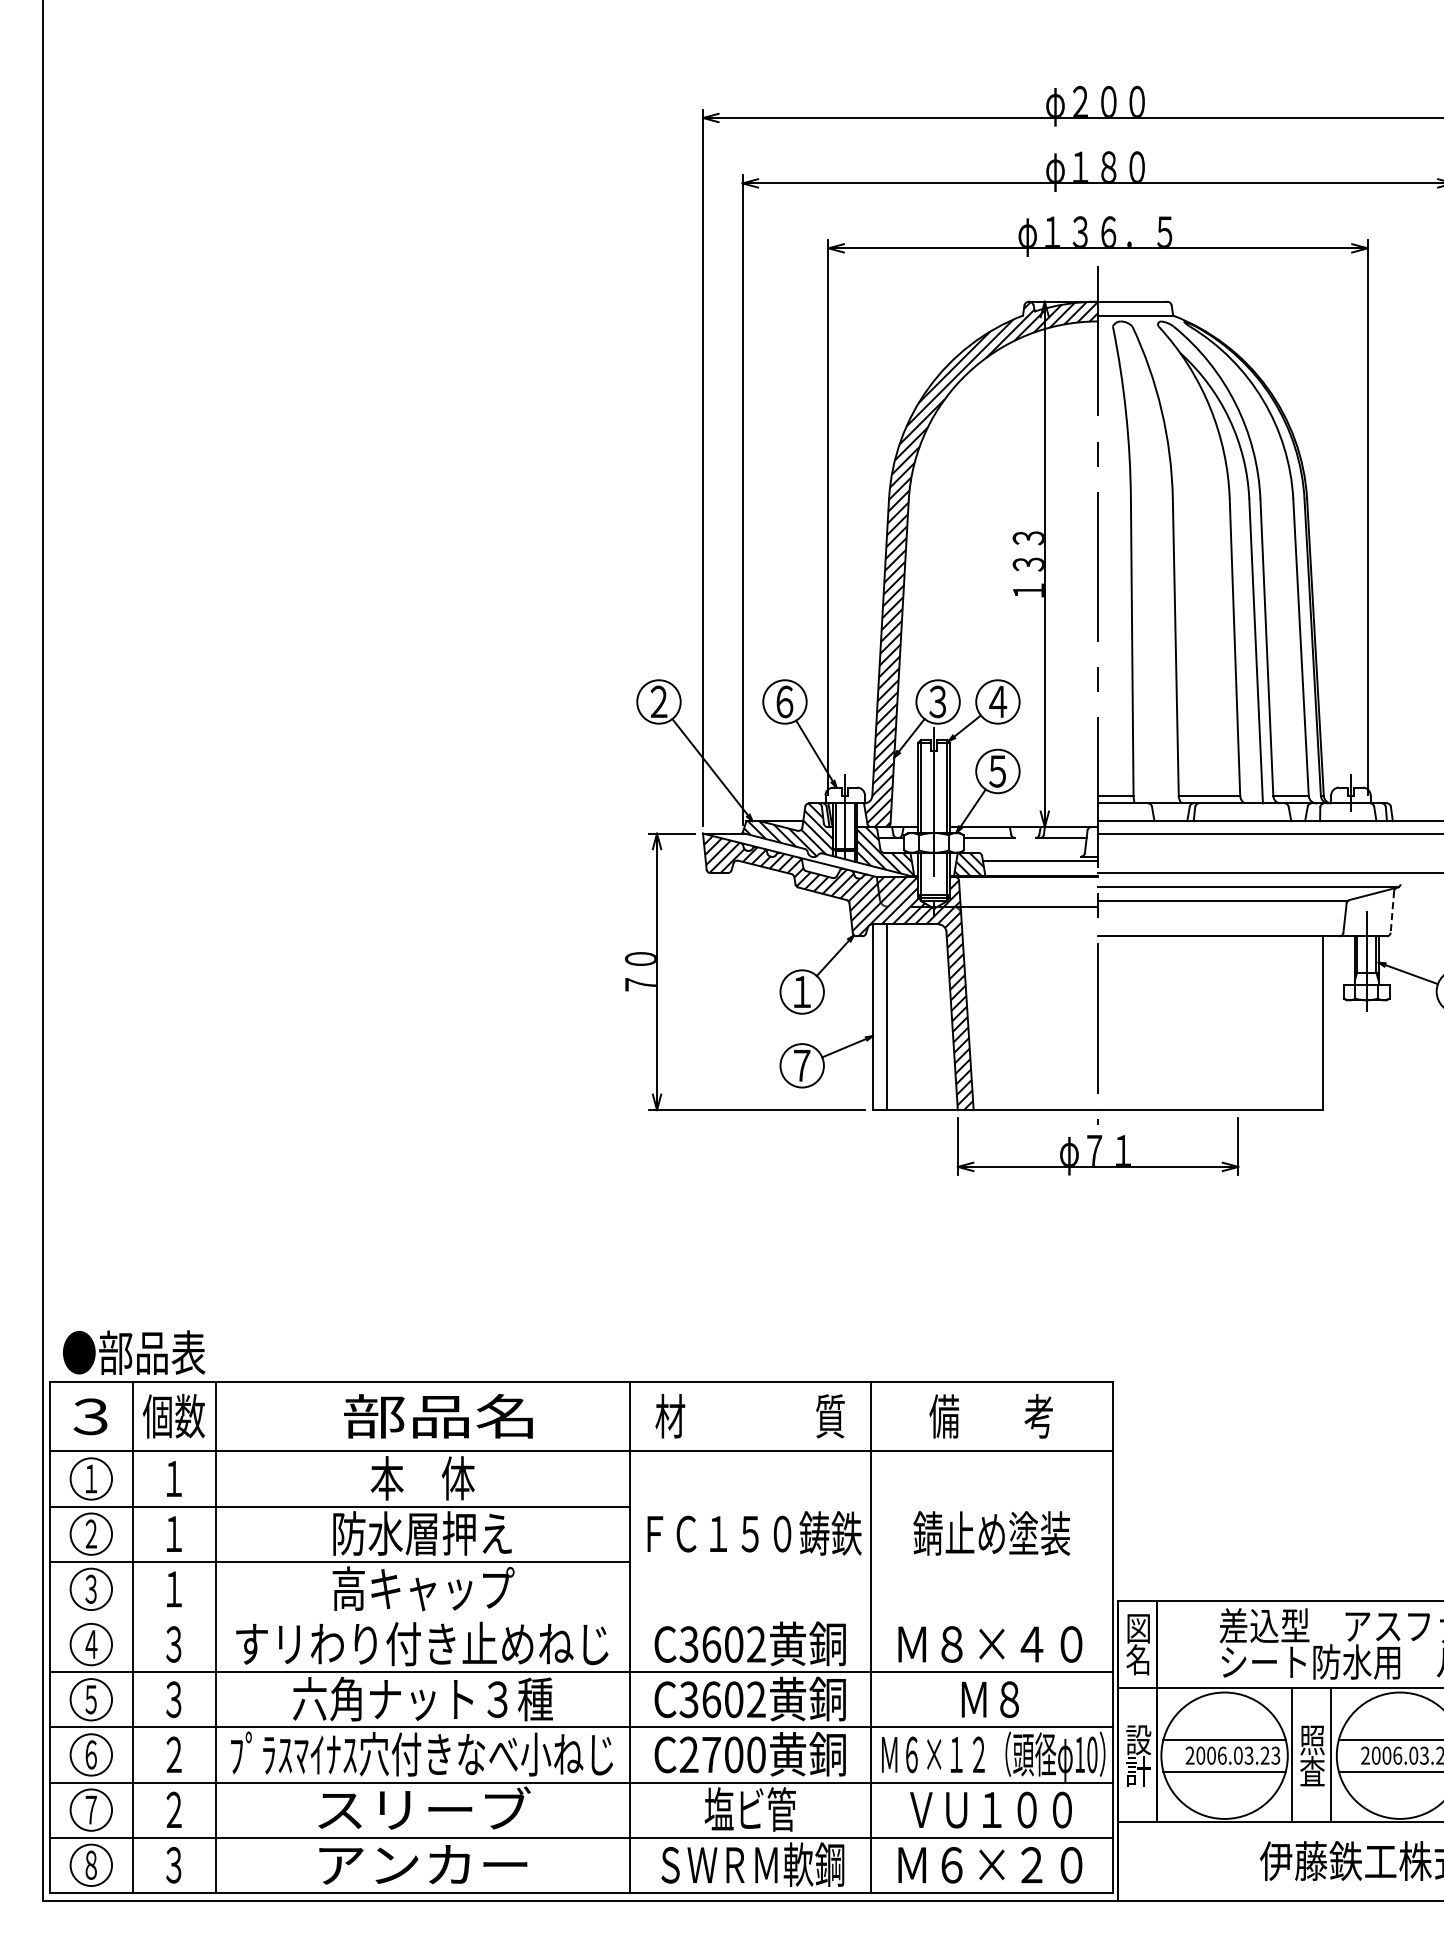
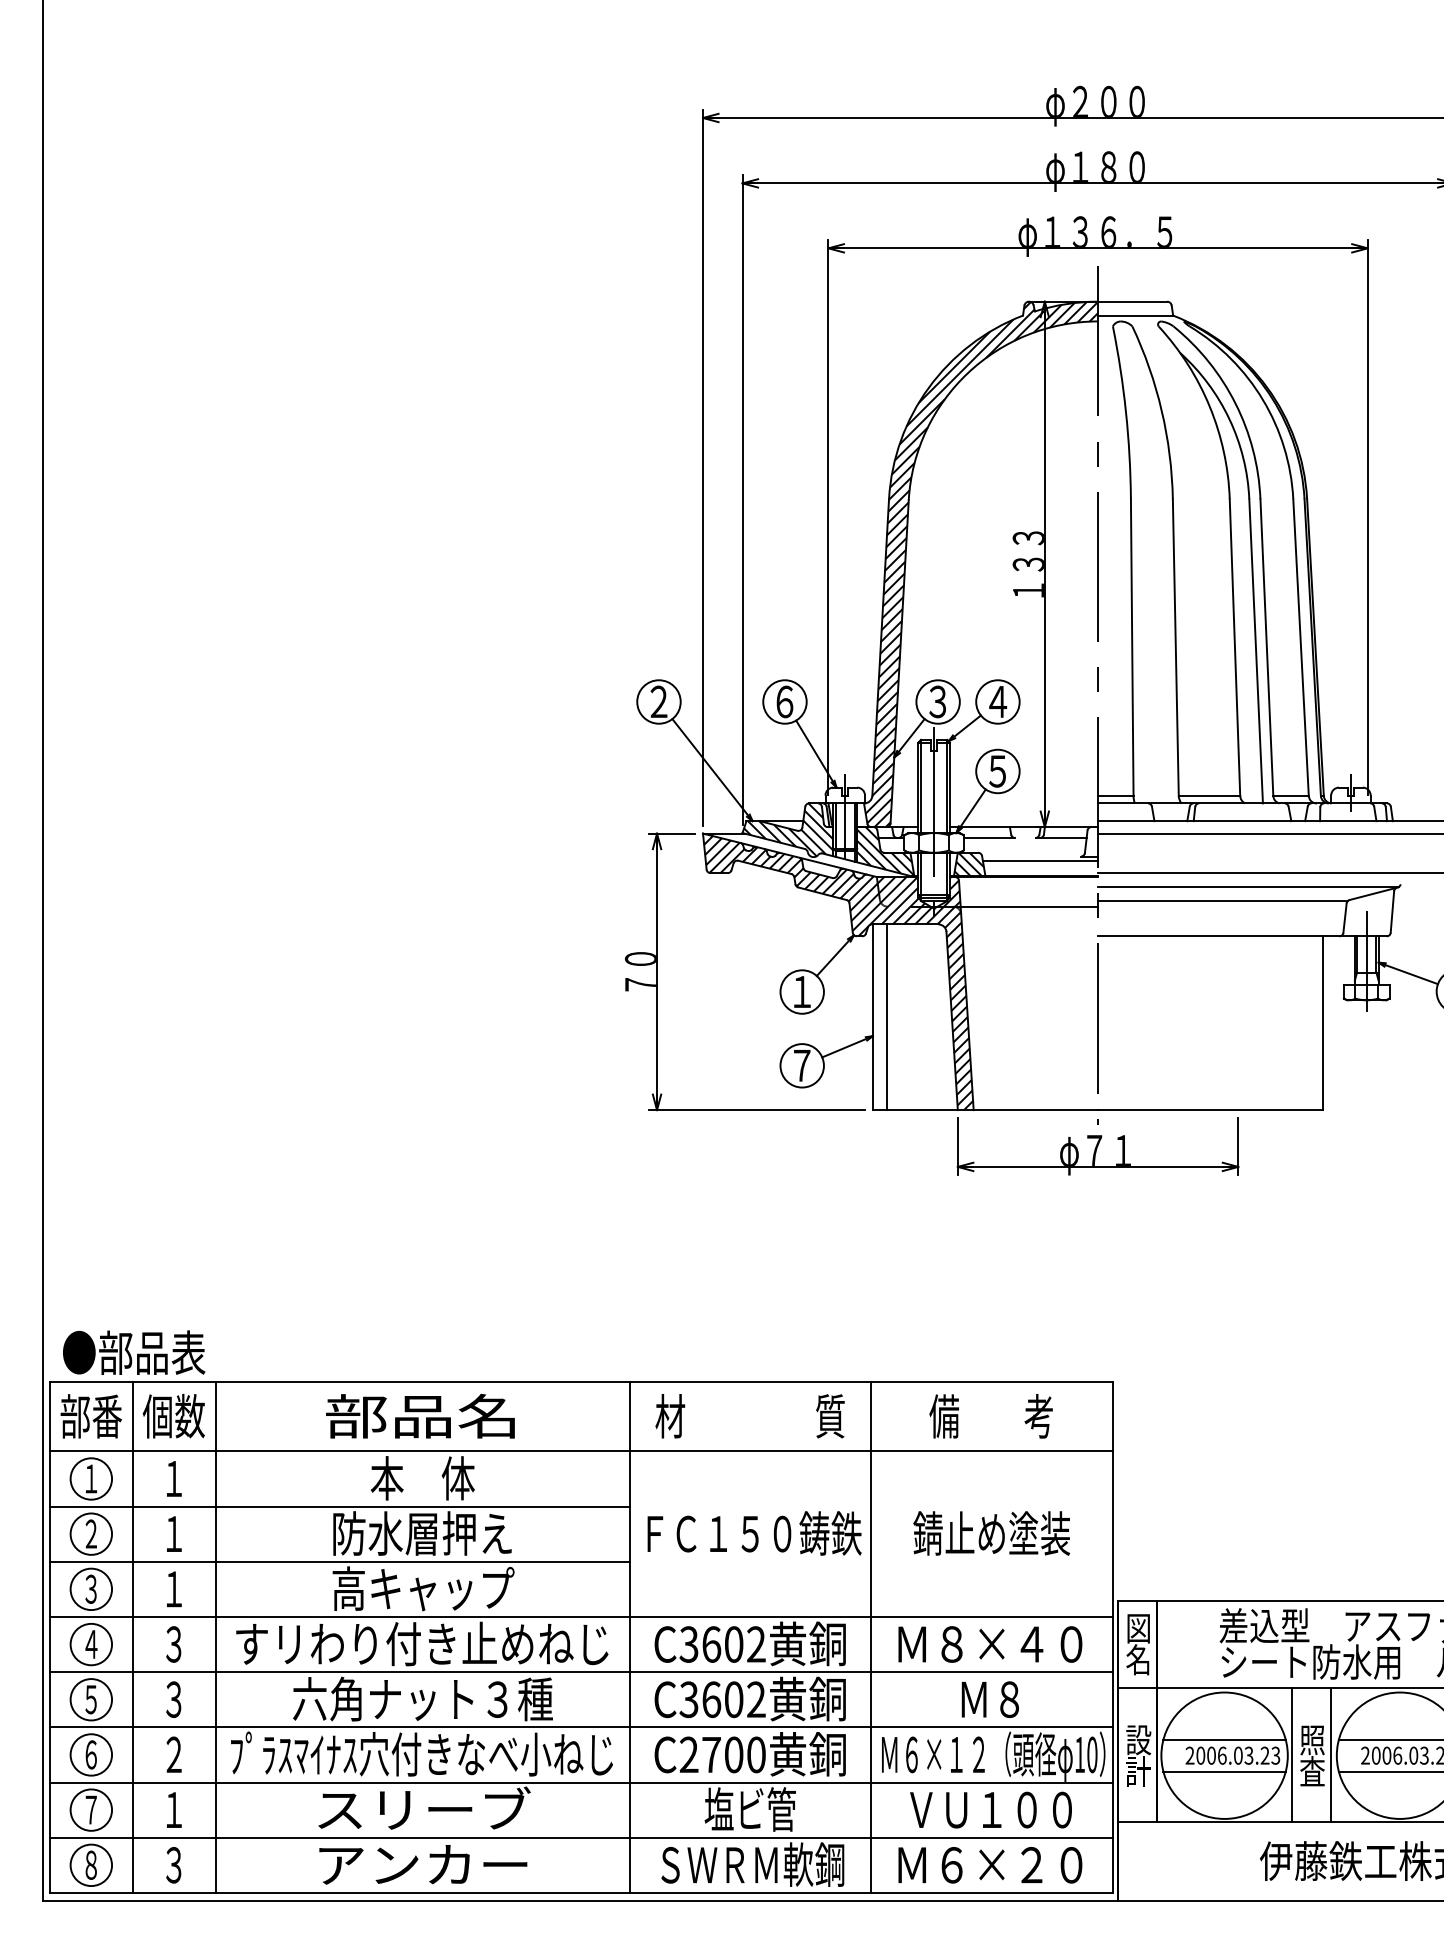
line at (1392, 911): dashed -> solid
text at (438, 1415) position: (438, 1415) -> (420, 1415)
text at (91, 1416): ３ -> 部番
line at (581, 1616): none -> present
text at (173, 1809): ２ -> １
